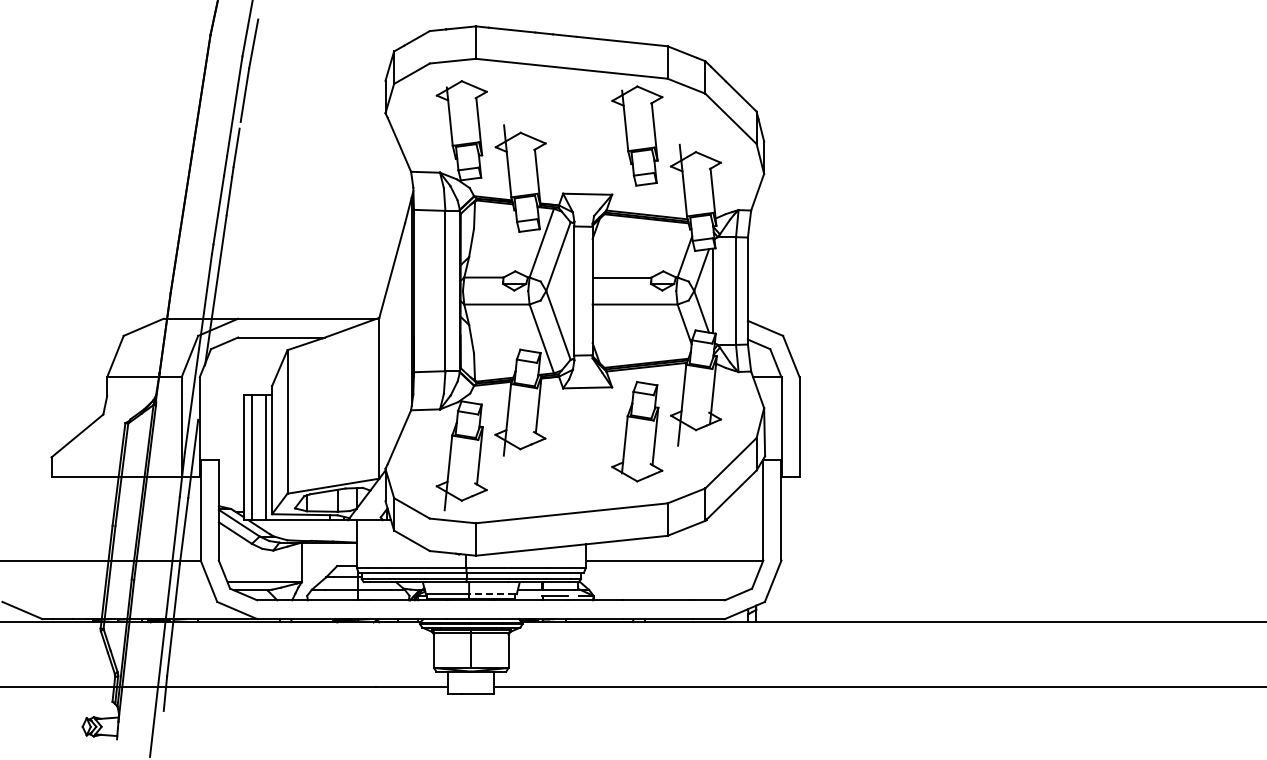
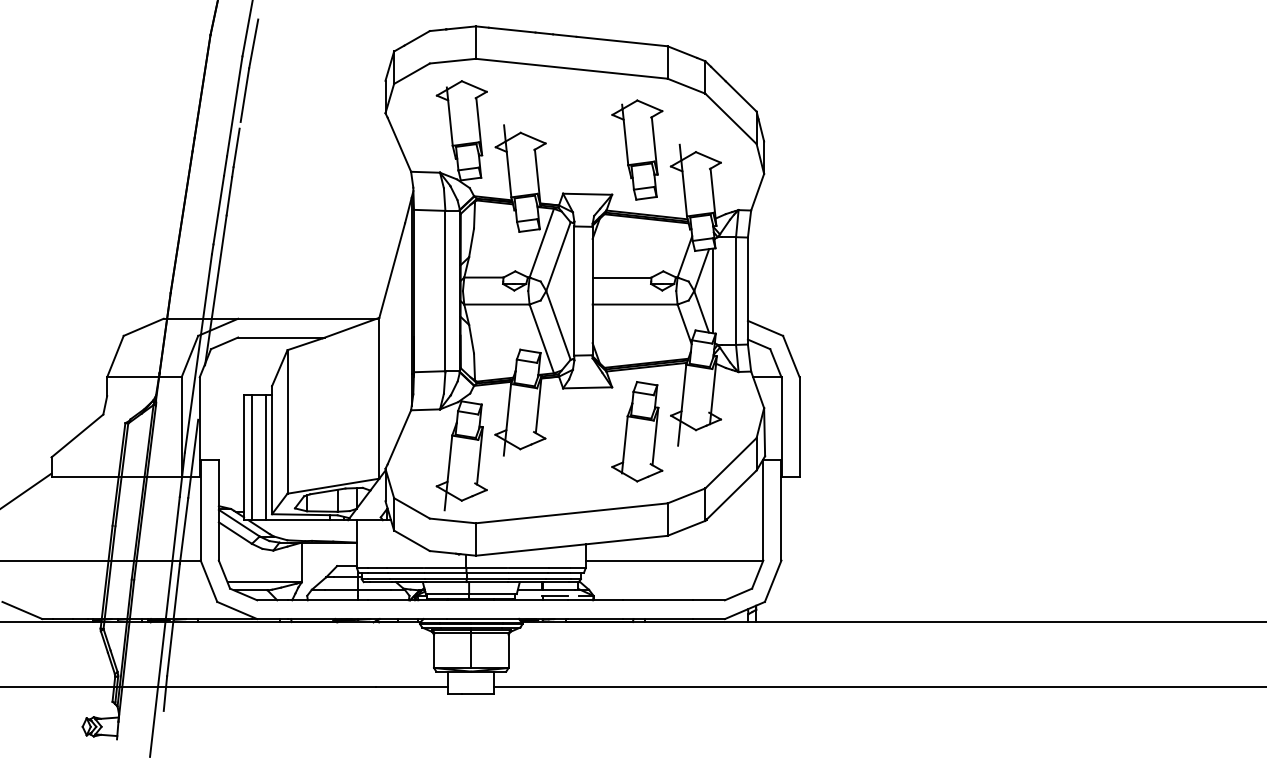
part at (637, 135) position: (637, 135) -> (637, 149)
line at (26, 490): none -> present
line at (491, 594): dashed -> solid
